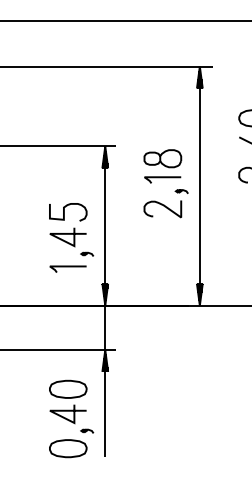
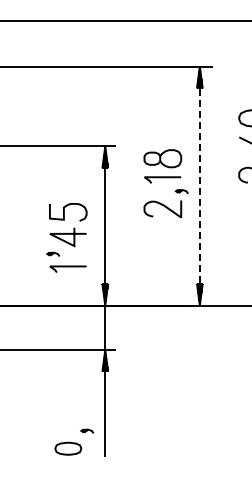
line at (199, 186): solid -> dashed
part at (87, 253) position: (87, 253) -> (53, 253)
part at (68, 401): present -> none
part at (68, 448) size: 39x20 px -> 29x15 px
